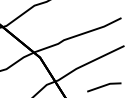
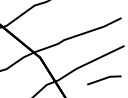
line at (104, 86) position: (104, 86) -> (104, 79)
